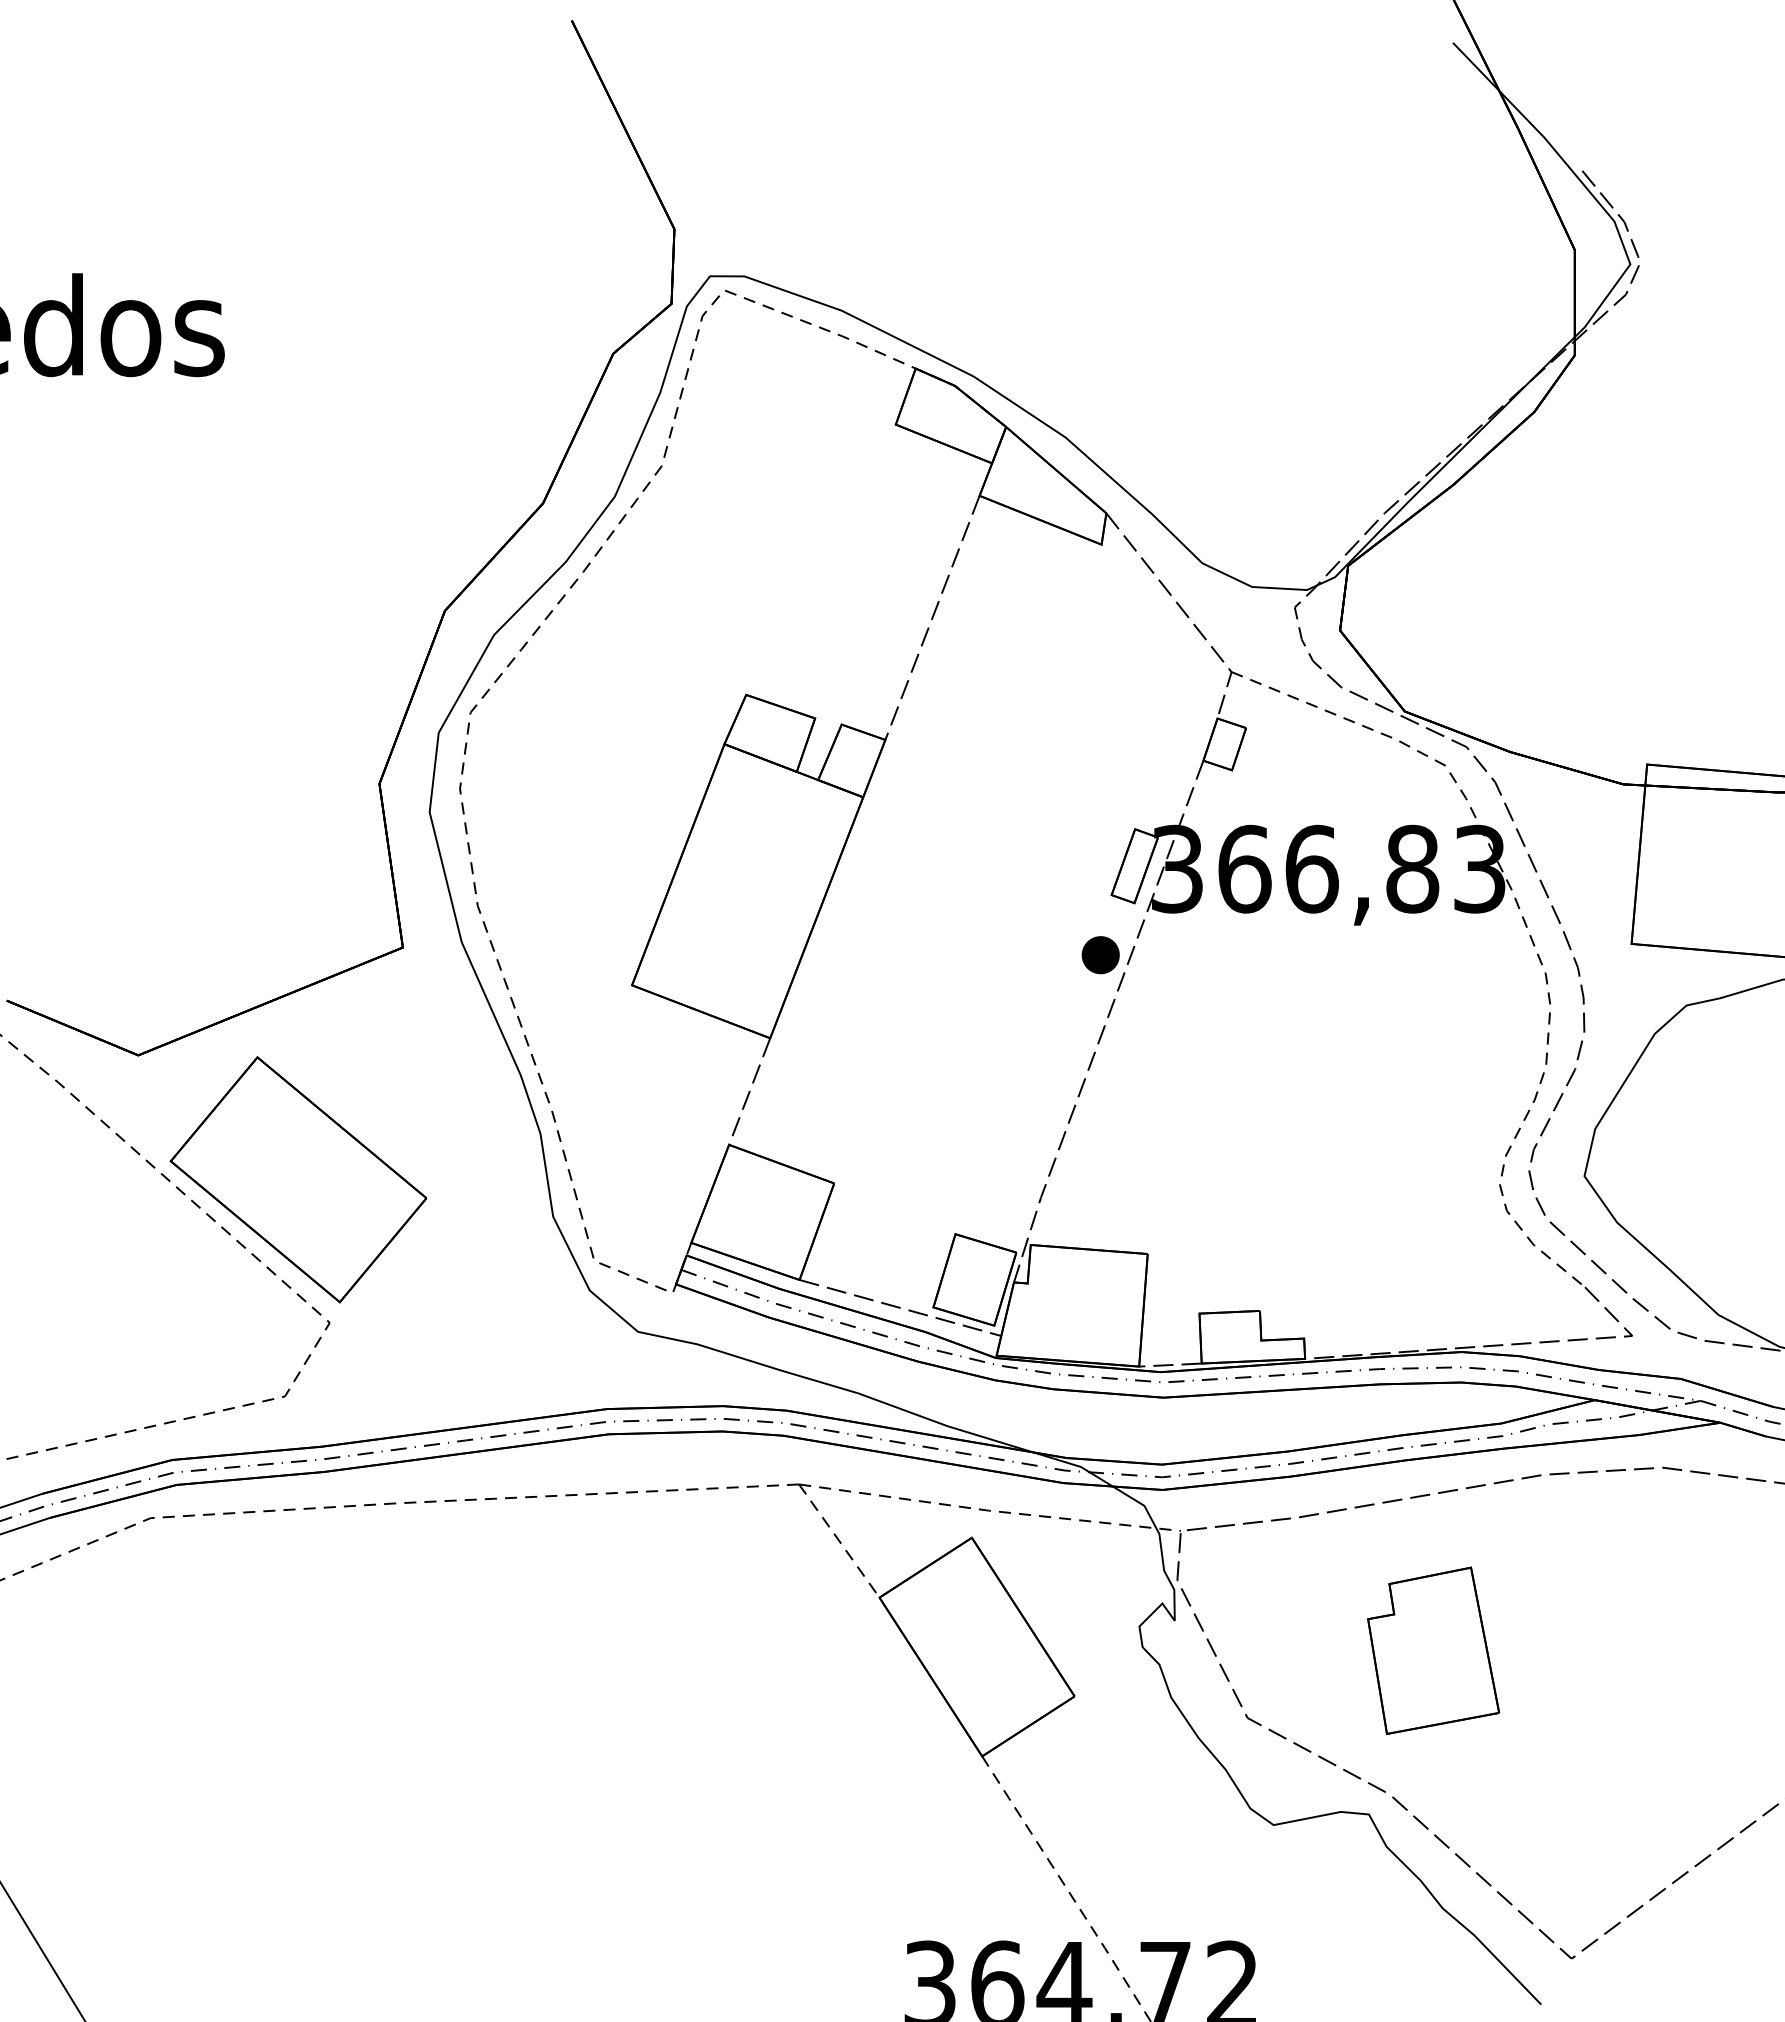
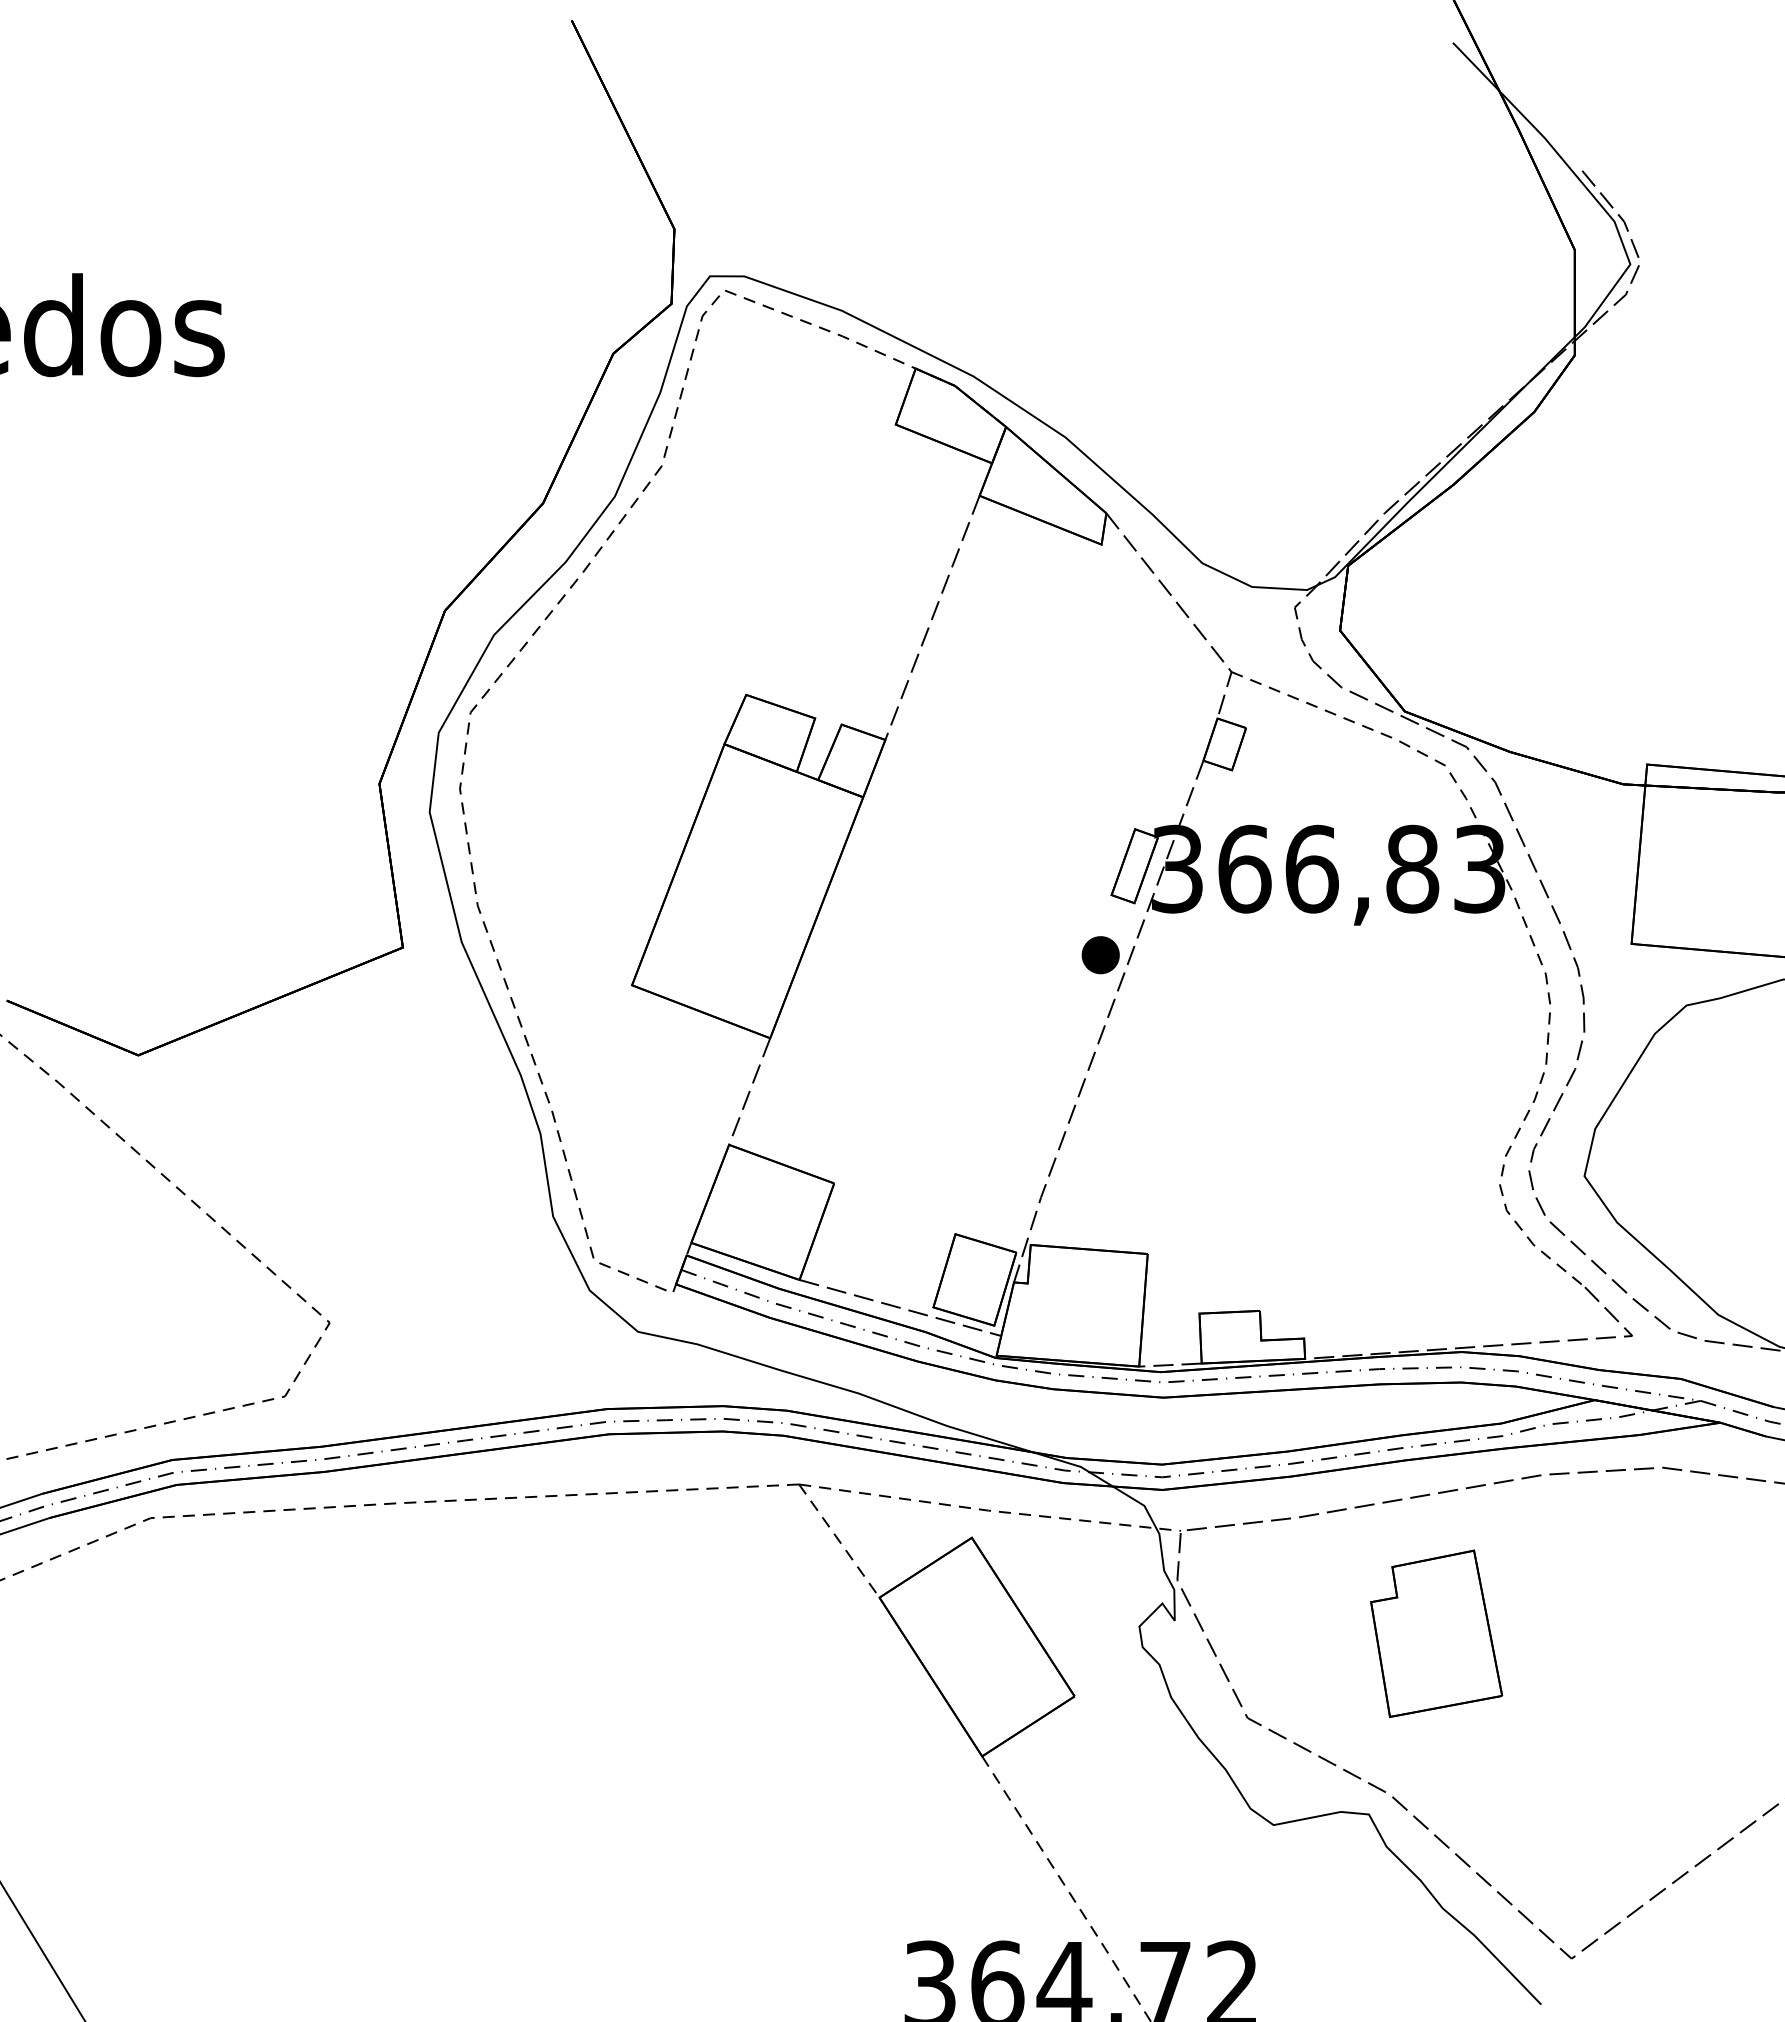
part at (297, 1179): present -> none
part at (1433, 1650) position: (1433, 1650) -> (1436, 1633)
